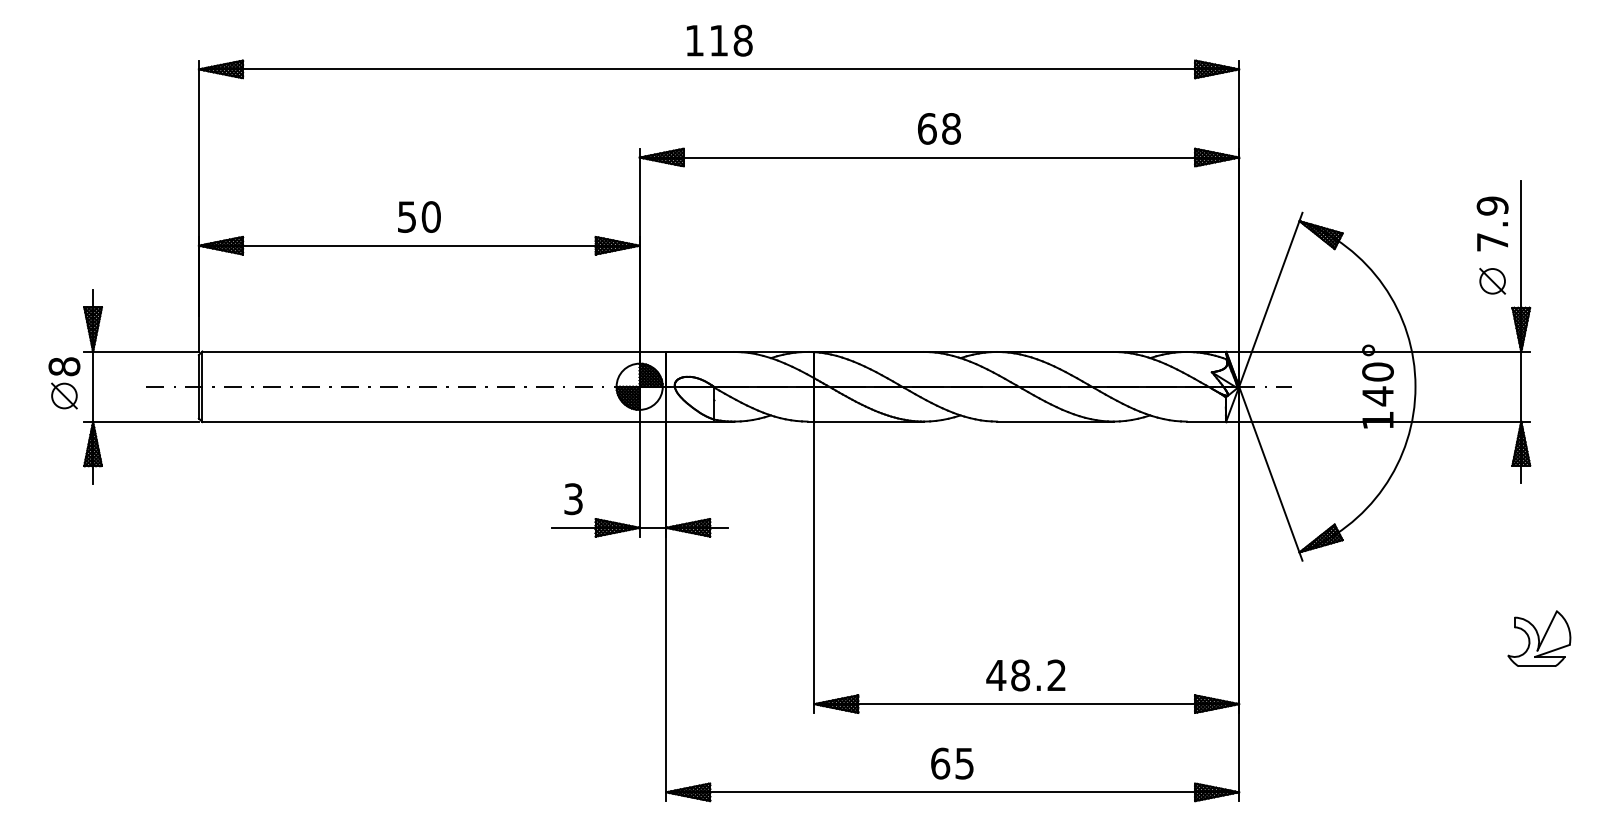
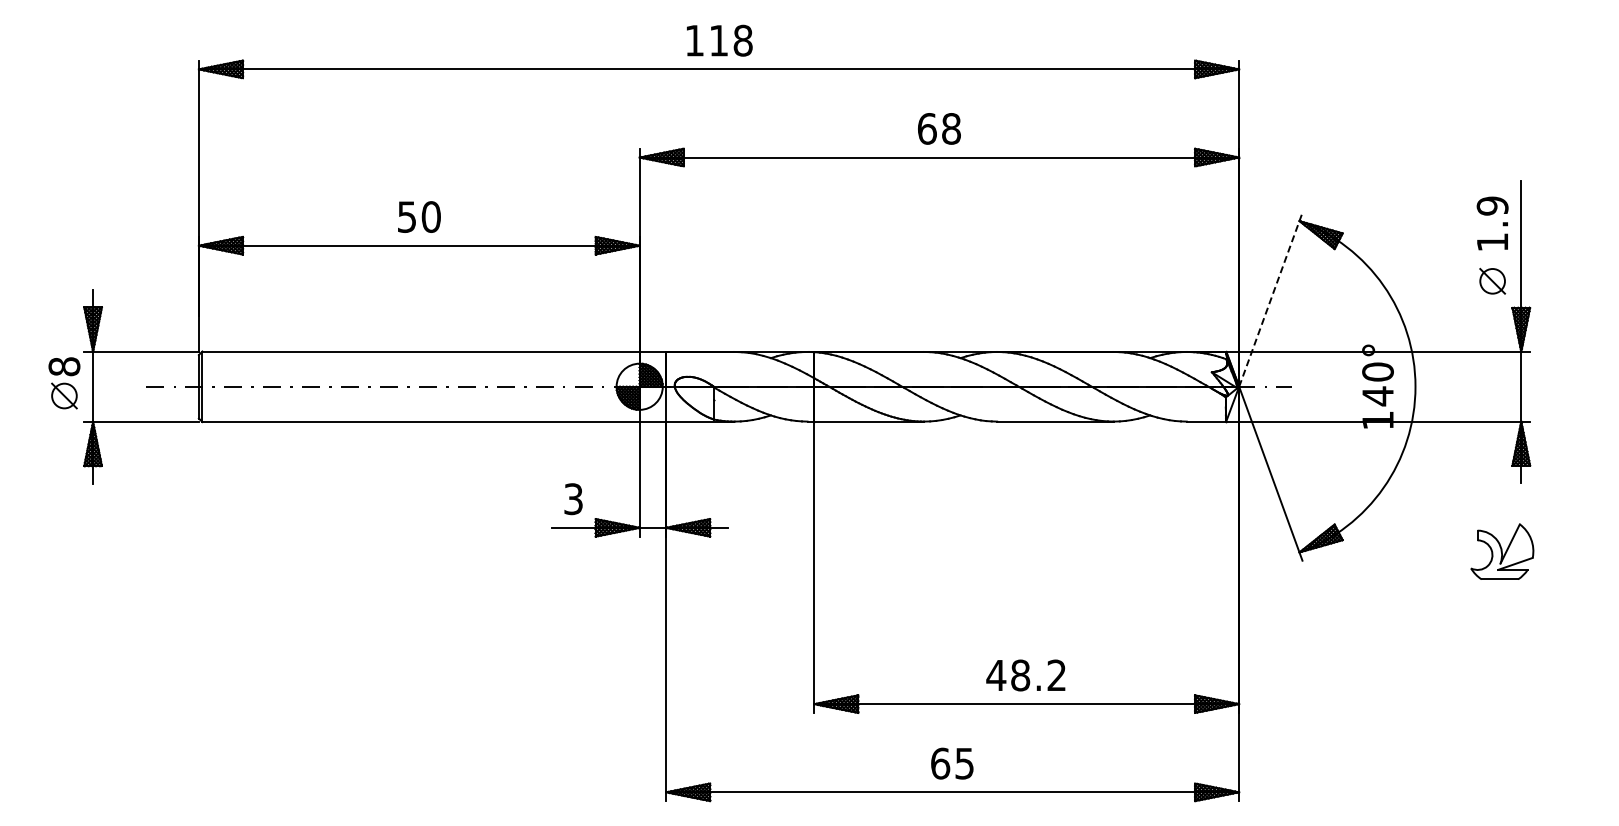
text at (1492, 242): 7.9 -> 1.9
line at (1270, 299): solid -> dashed
part at (1539, 638) position: (1539, 638) -> (1502, 551)
